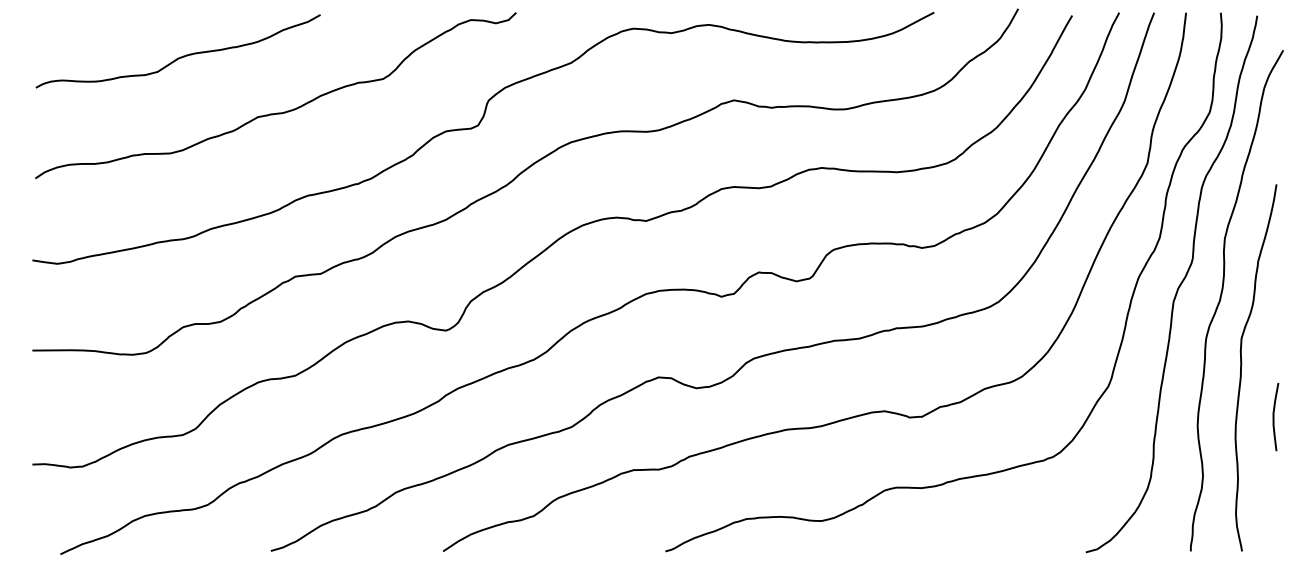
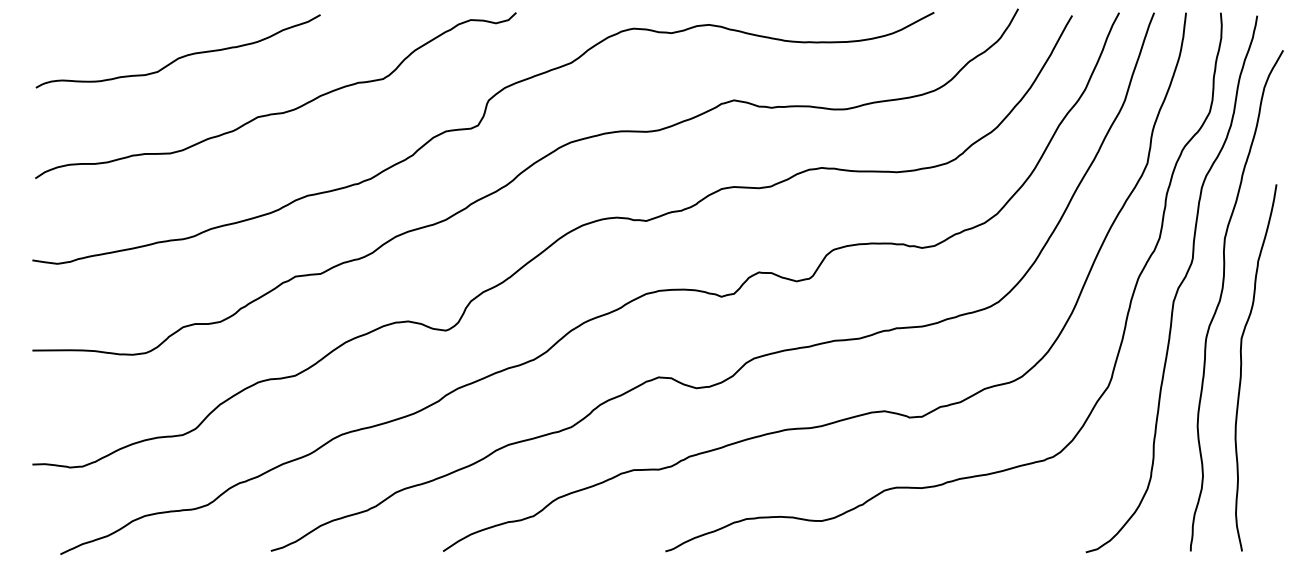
curve at (1274, 417): present -> none
